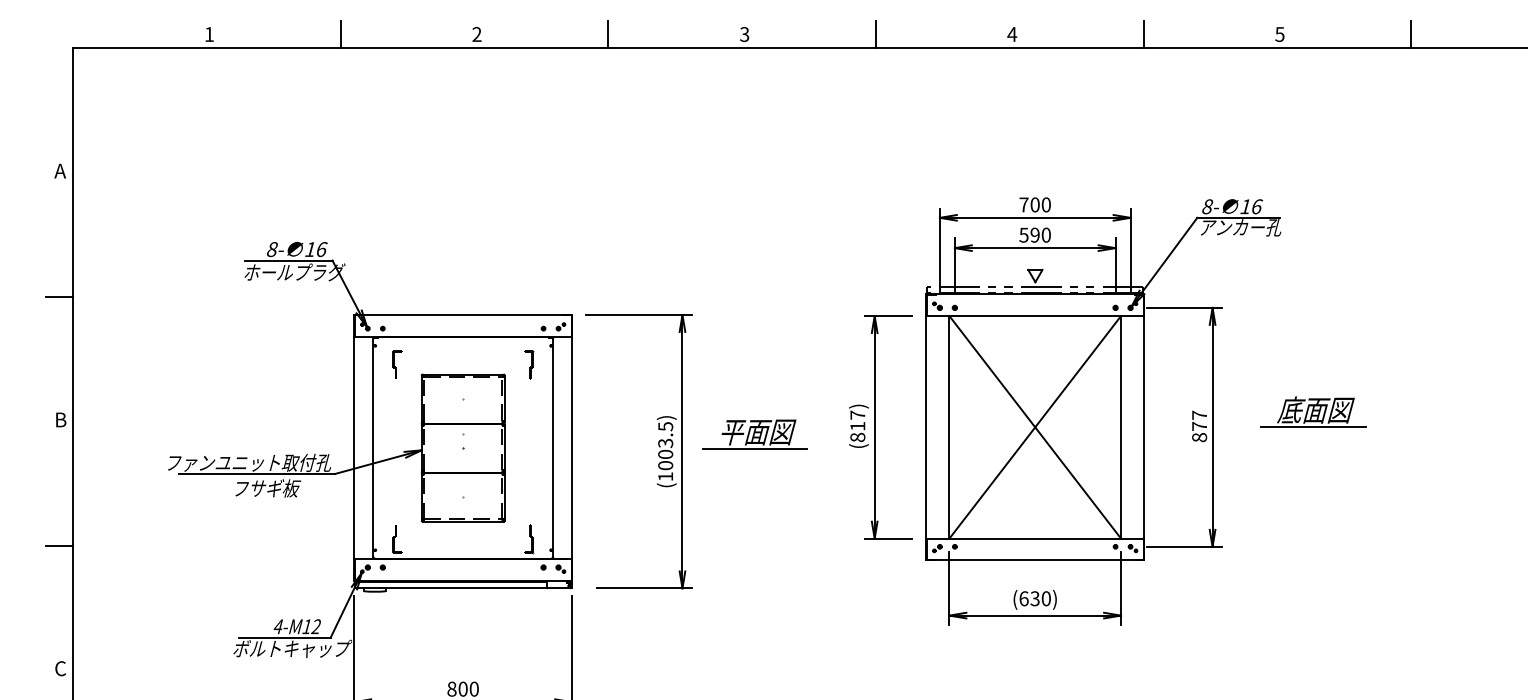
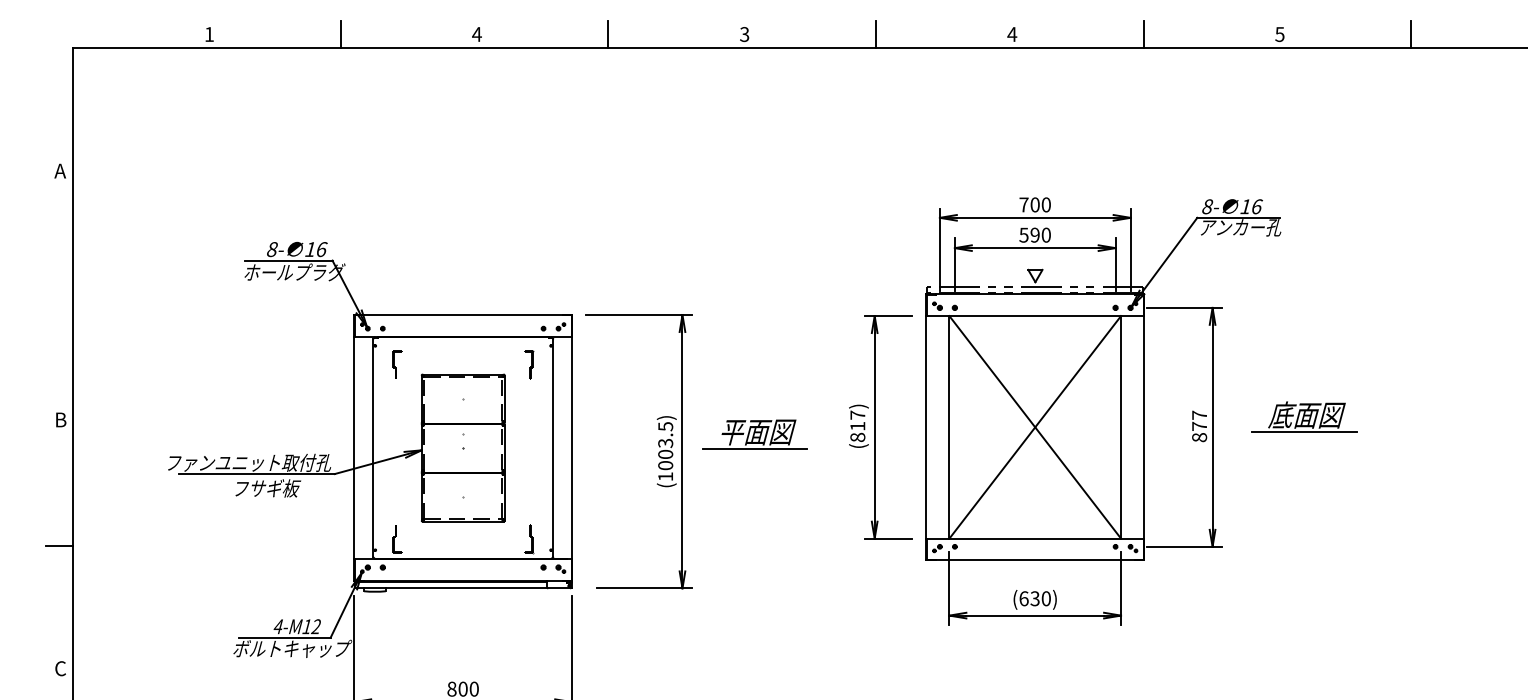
text at (476, 34): 2 -> 4
line at (59, 297): present -> none
part at (1313, 411) position: (1313, 411) -> (1304, 416)
